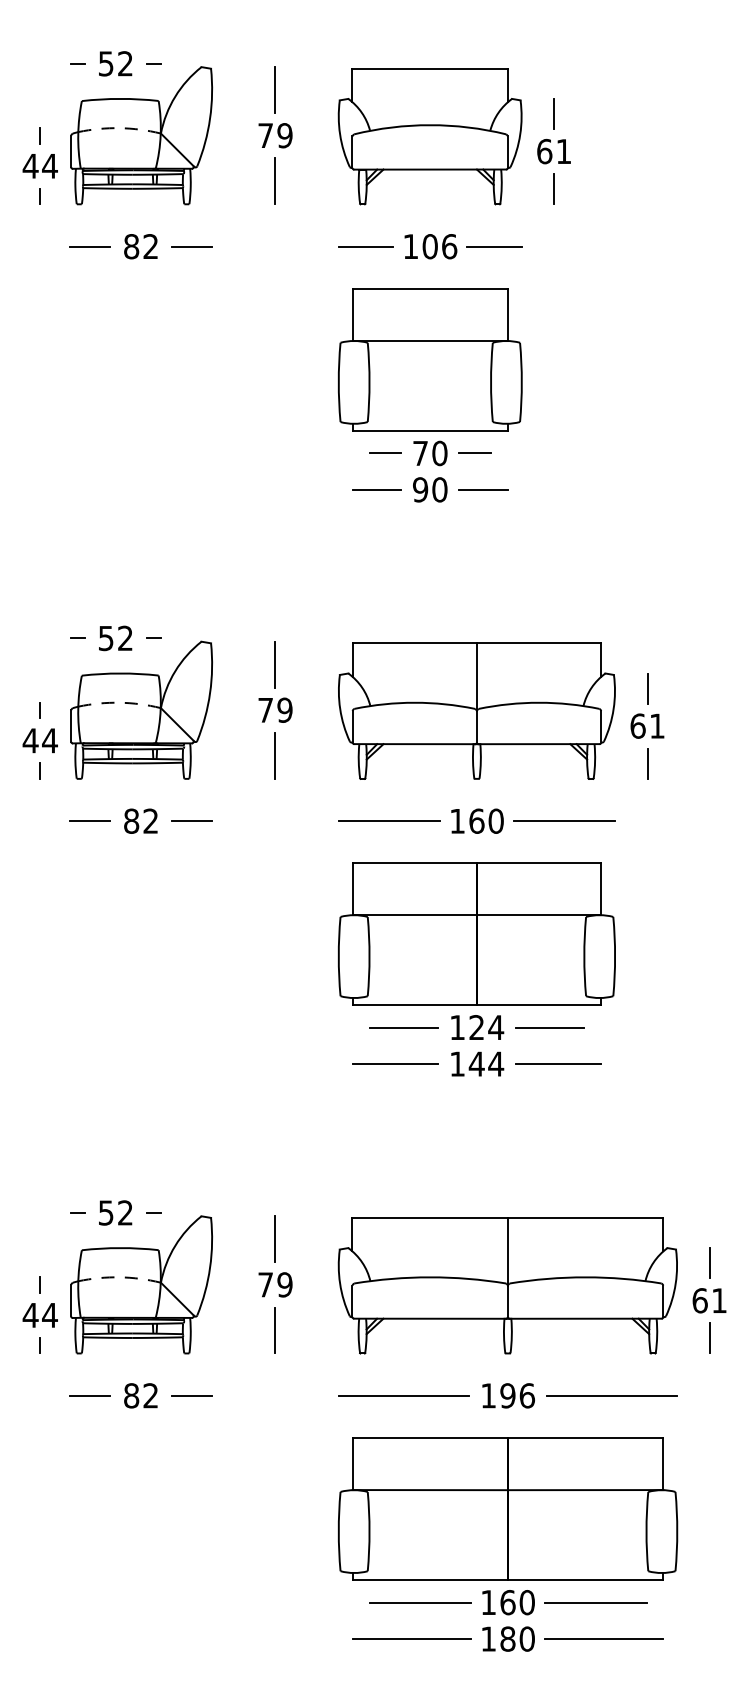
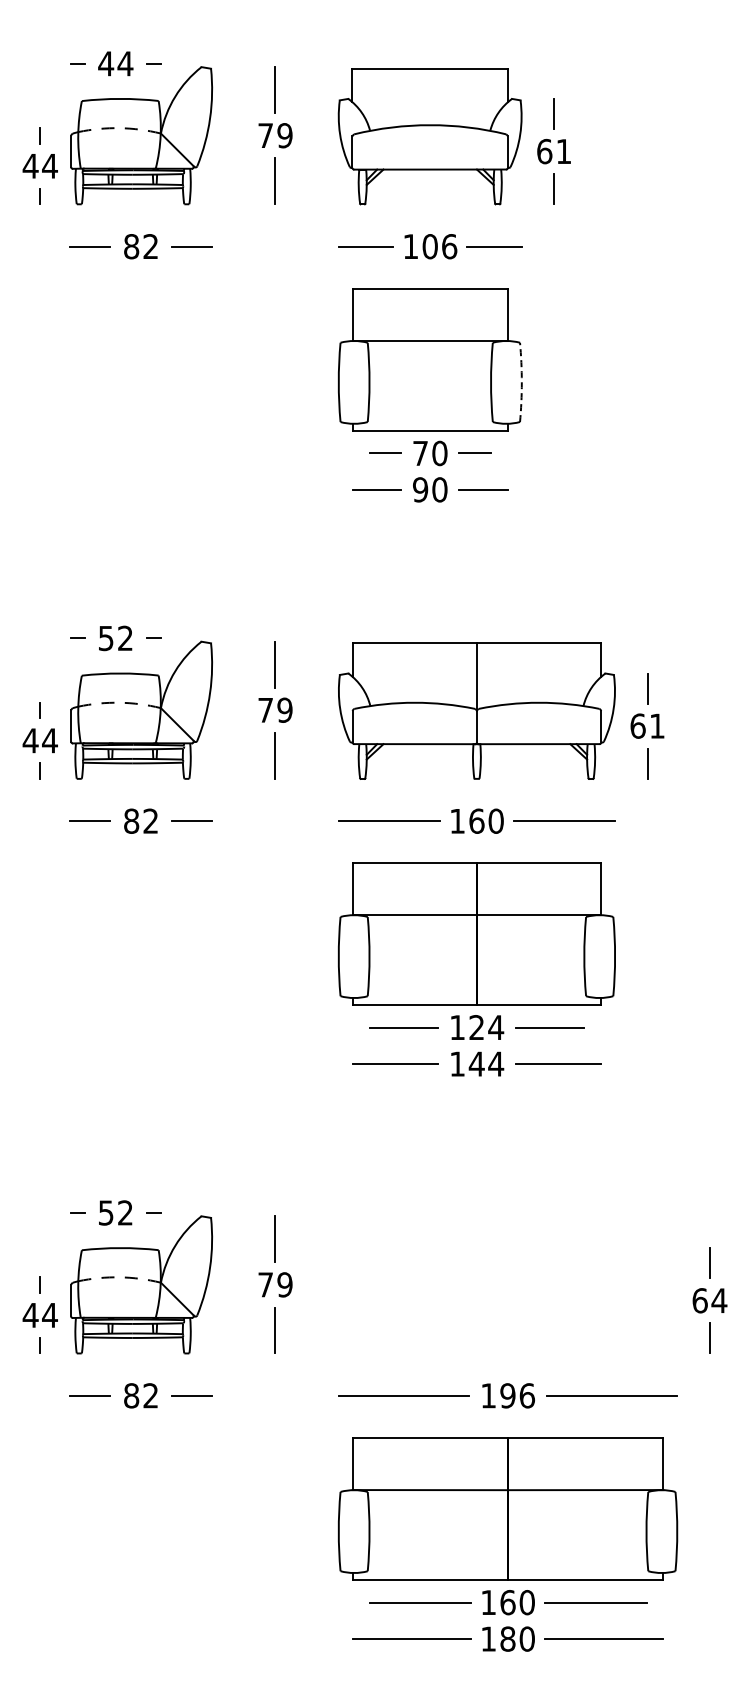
text at (115, 63): 52 -> 44
arc at (521, 382): solid -> dashed
part at (507, 1285): present -> none
text at (719, 1300): 61 -> 64
